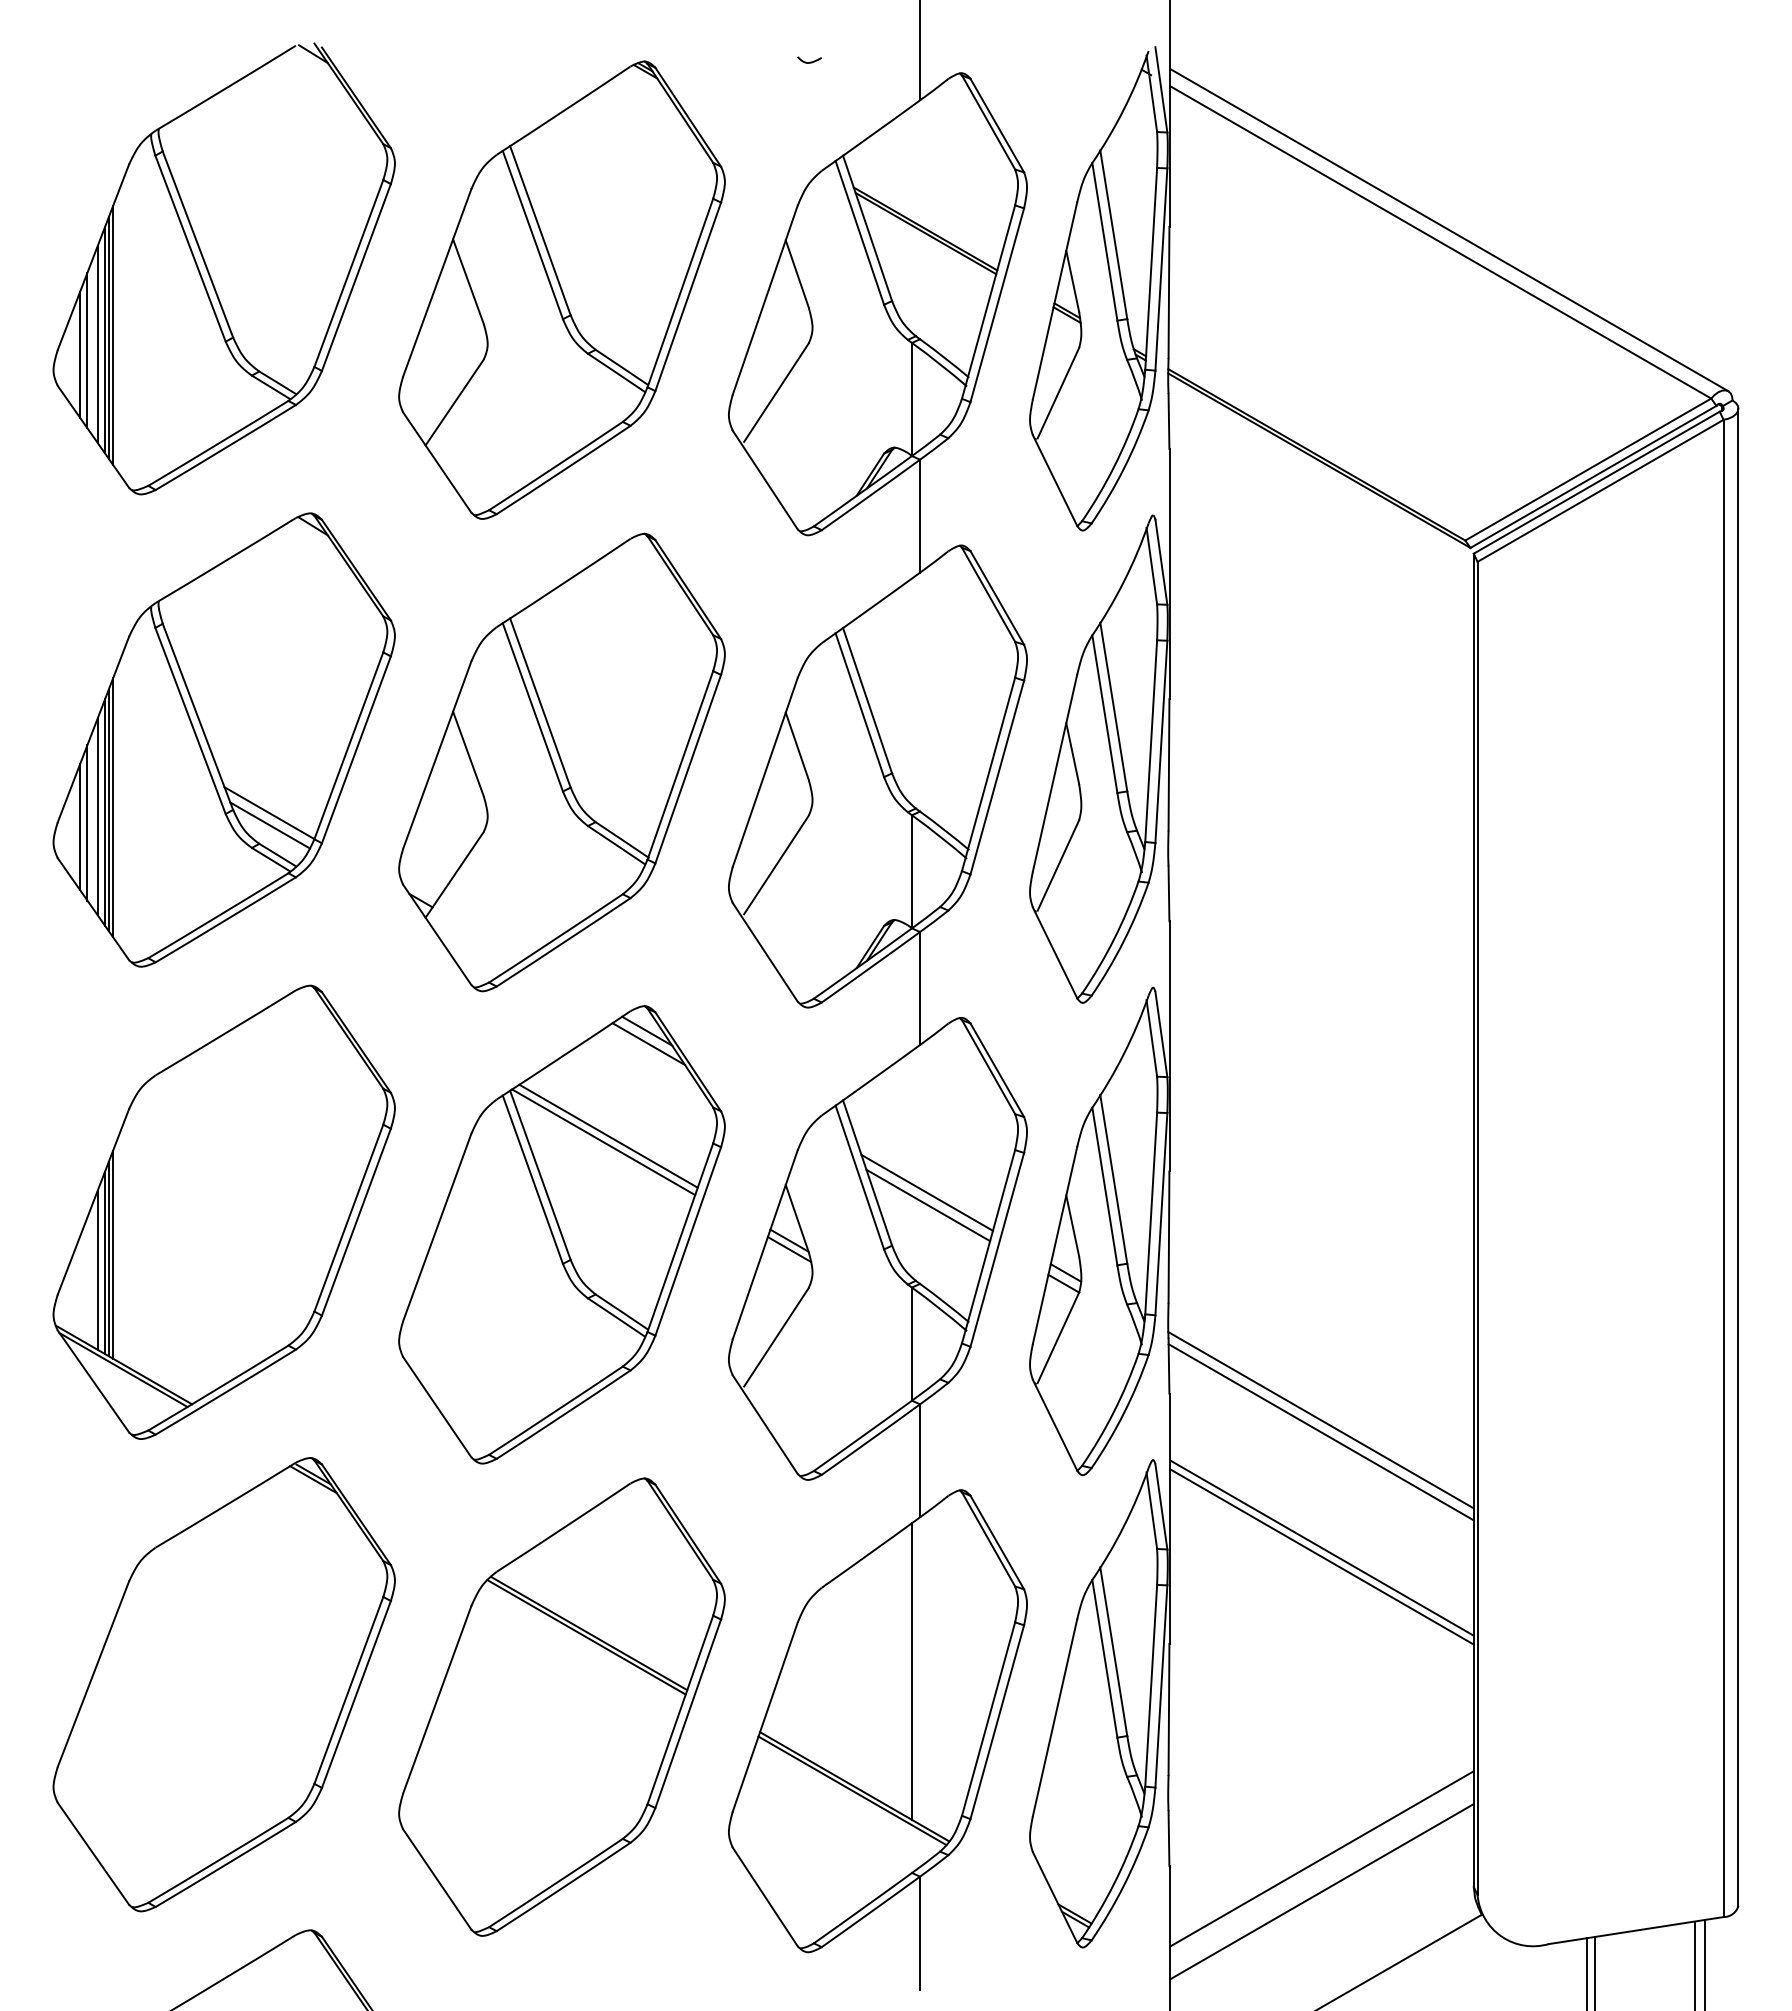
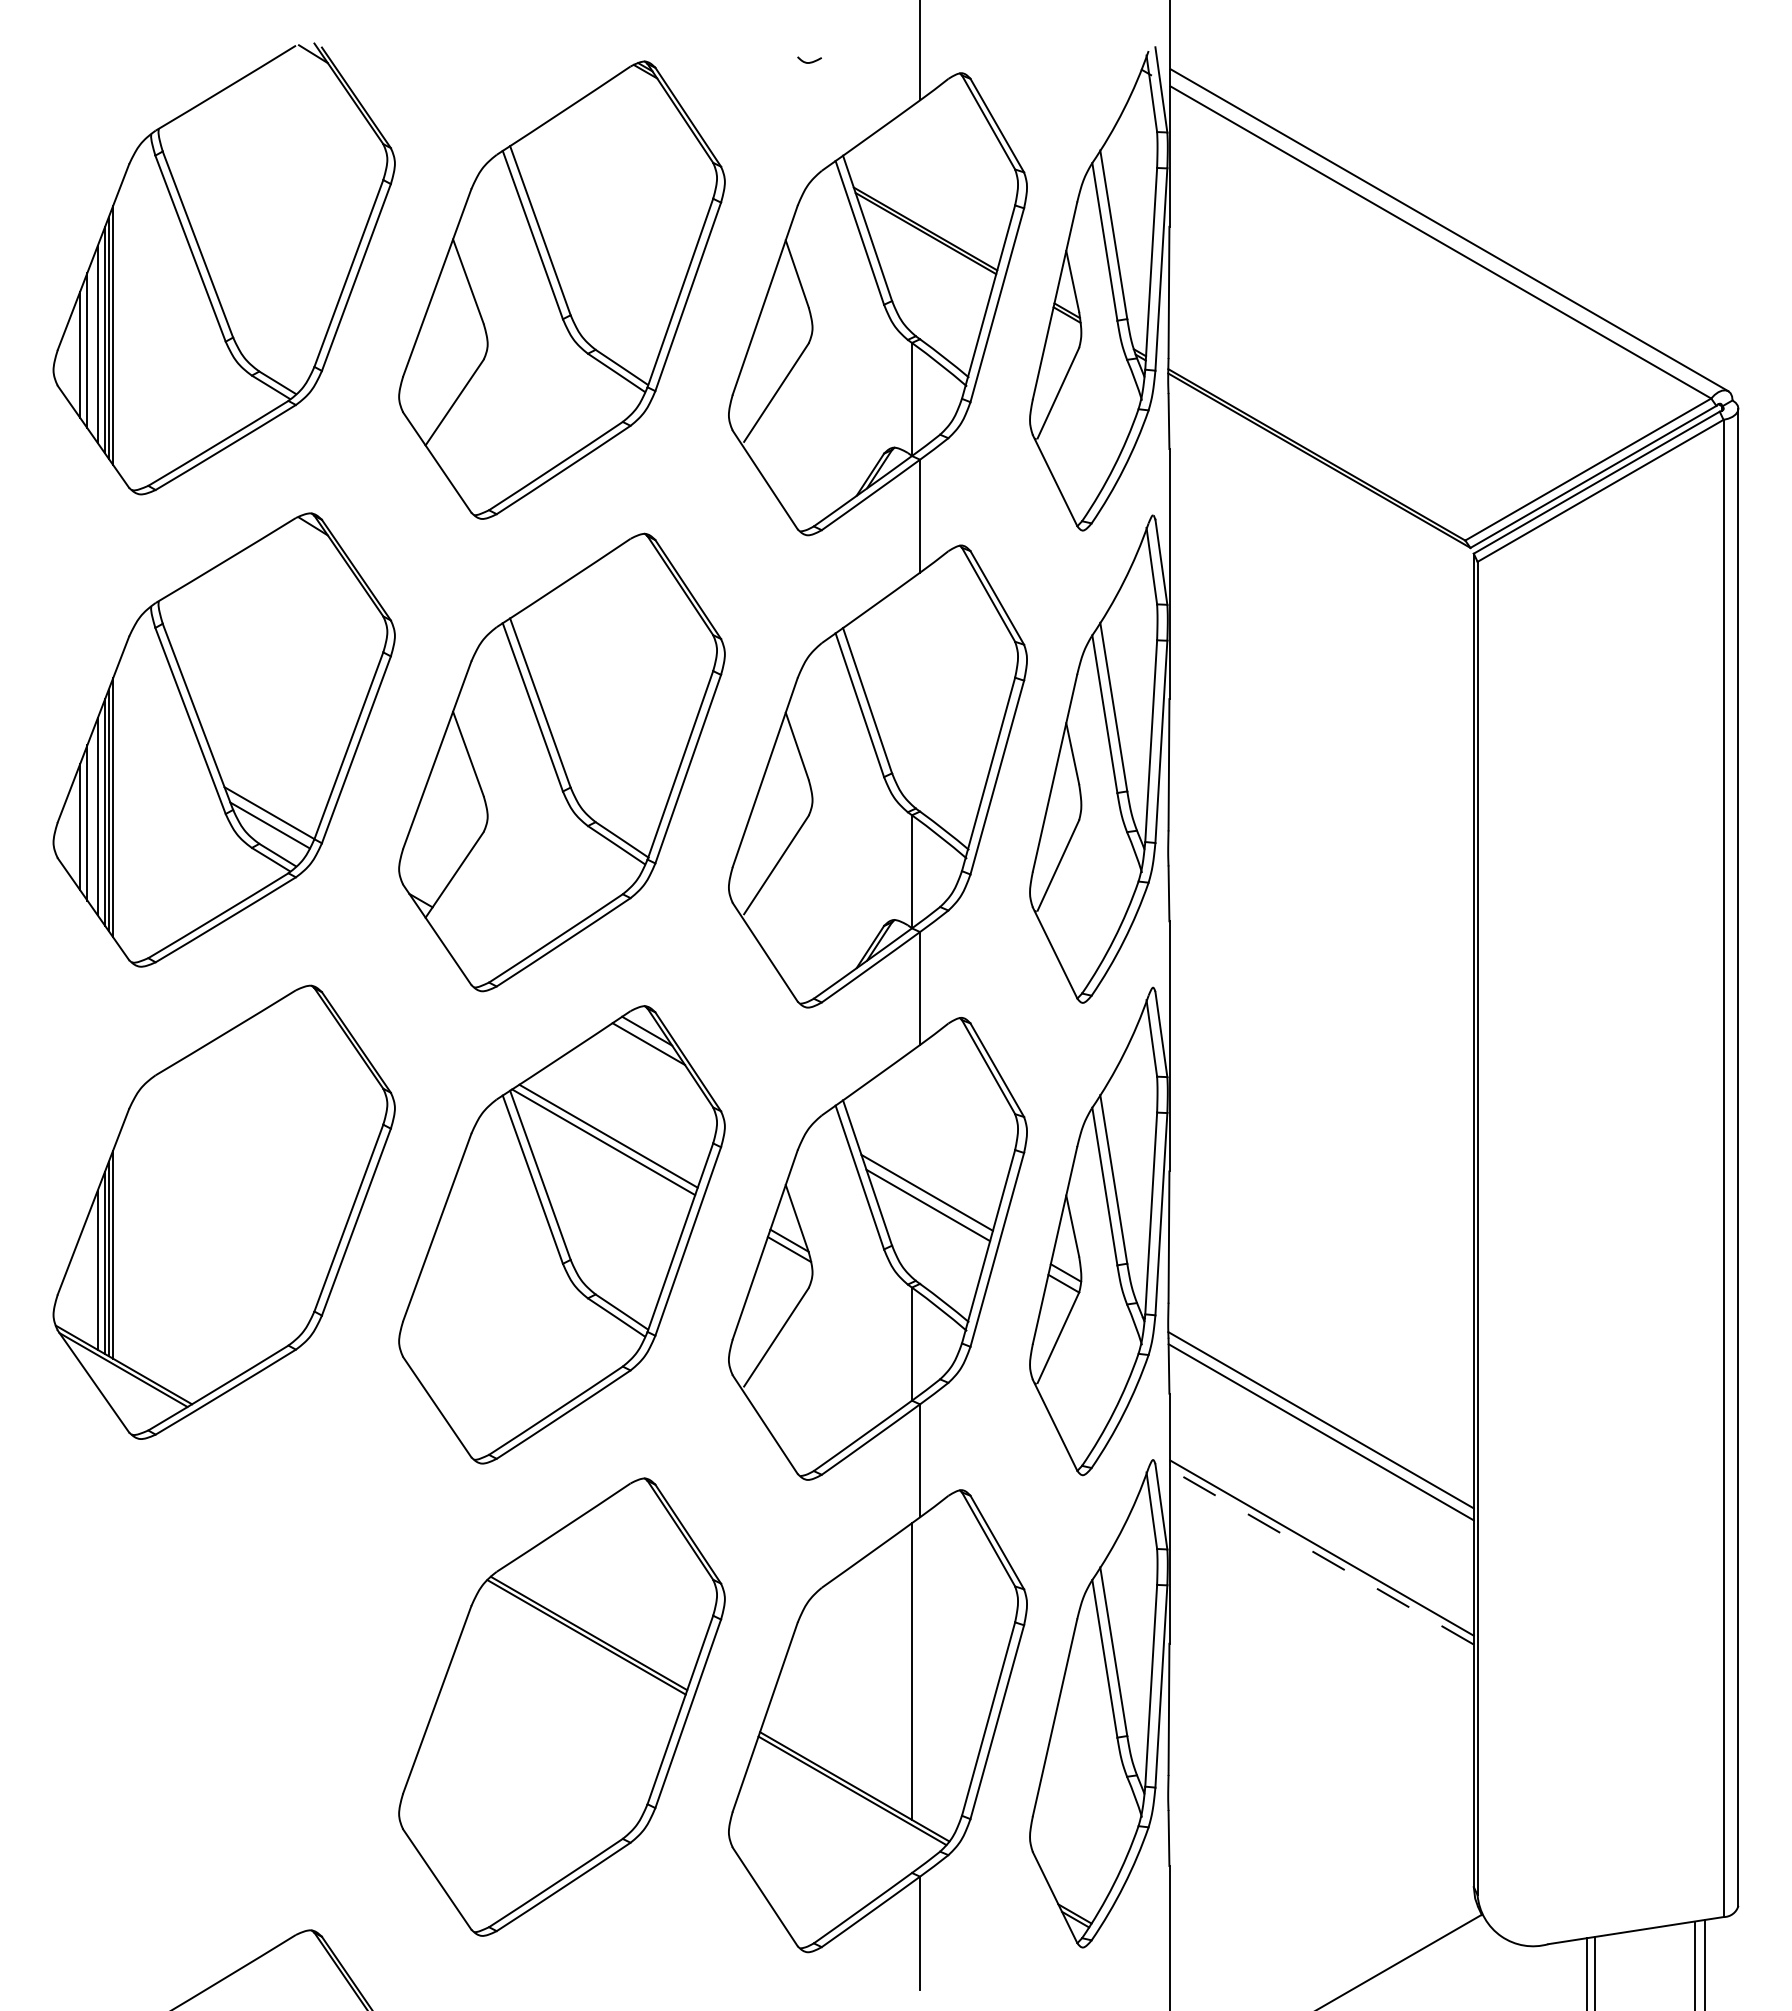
line at (1321, 1556): solid -> dashed
part at (223, 1684): present -> none
line at (1321, 1858): present -> none
line at (1321, 1891): present -> none
